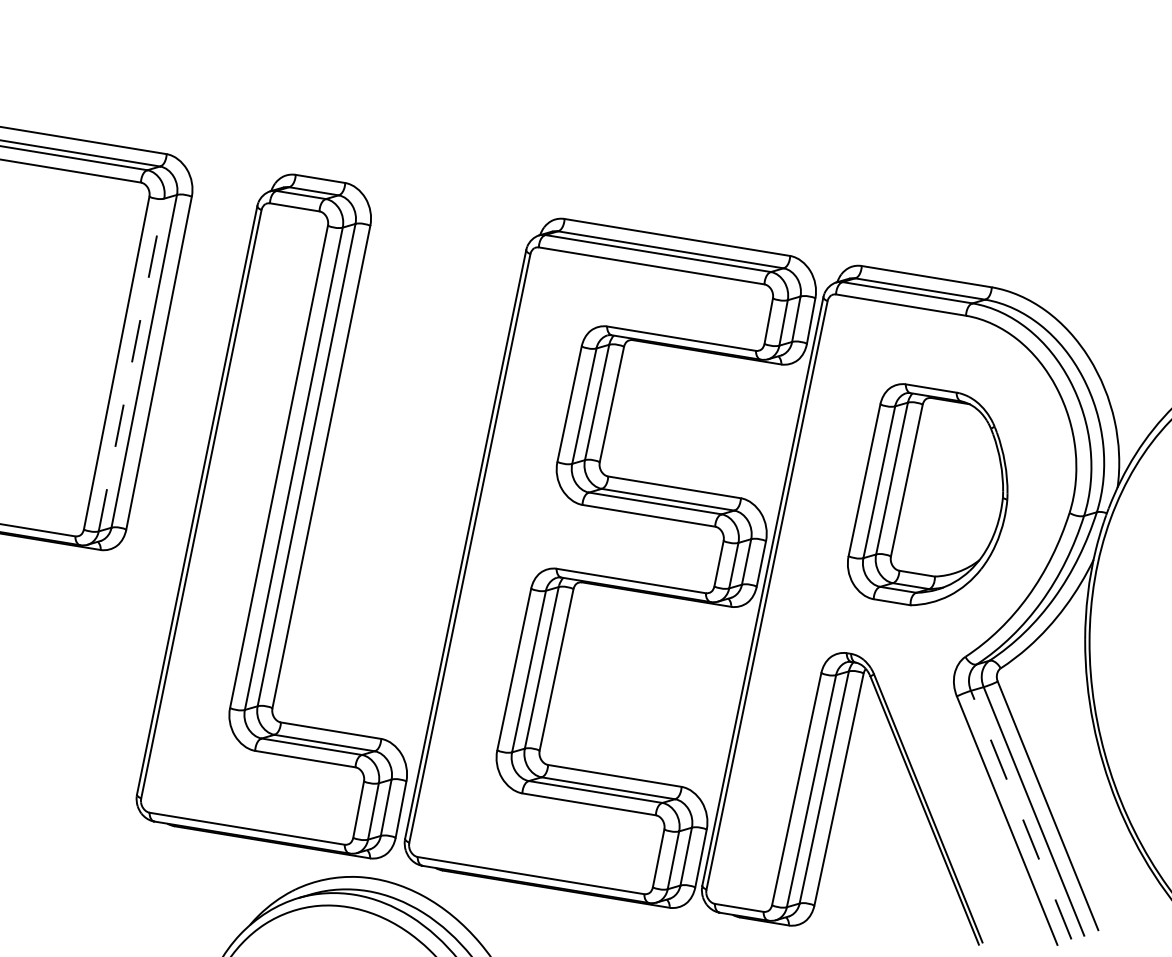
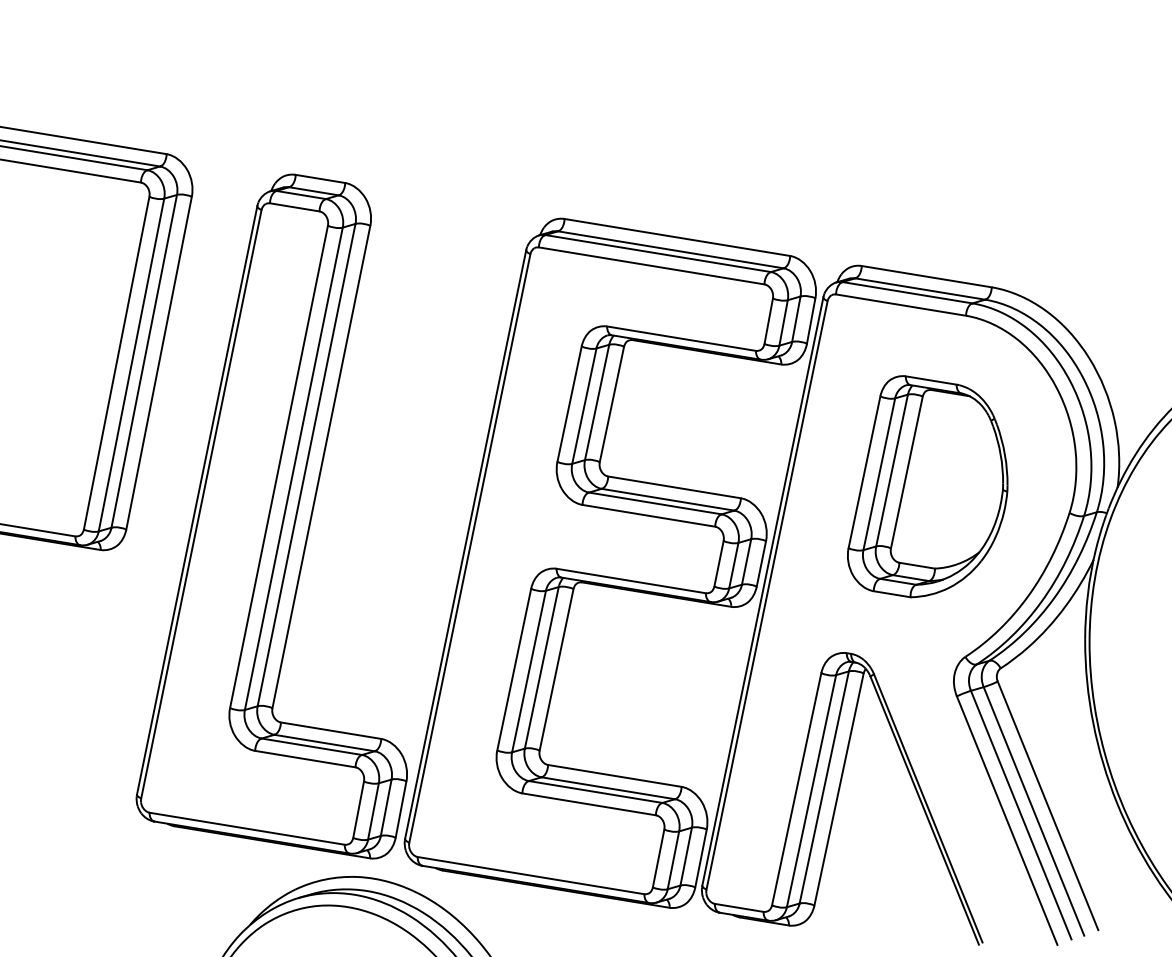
line at (131, 365): dashed -> solid
part at (927, 494) position: (927, 494) -> (927, 486)
line at (1021, 814): dashed -> solid
